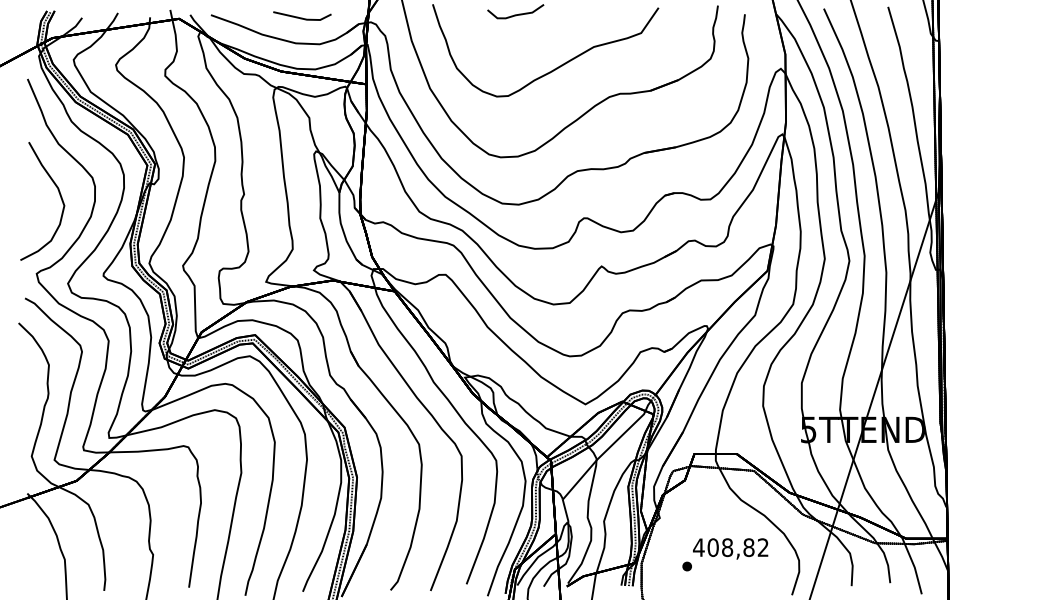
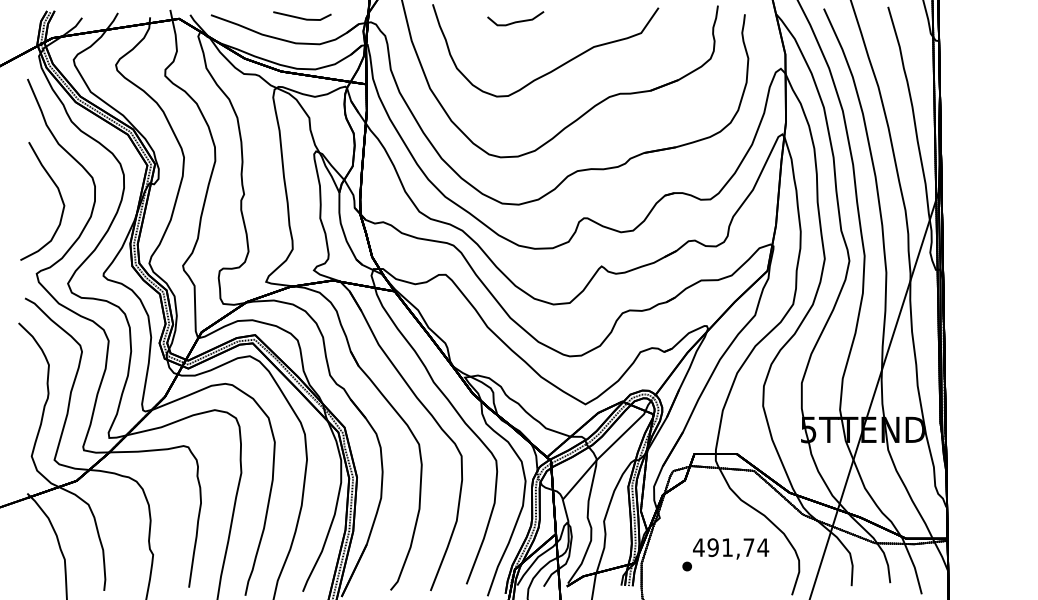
part at (515, 11) position: (515, 11) -> (515, 18)
text at (738, 547): 408,82 -> 491,74
